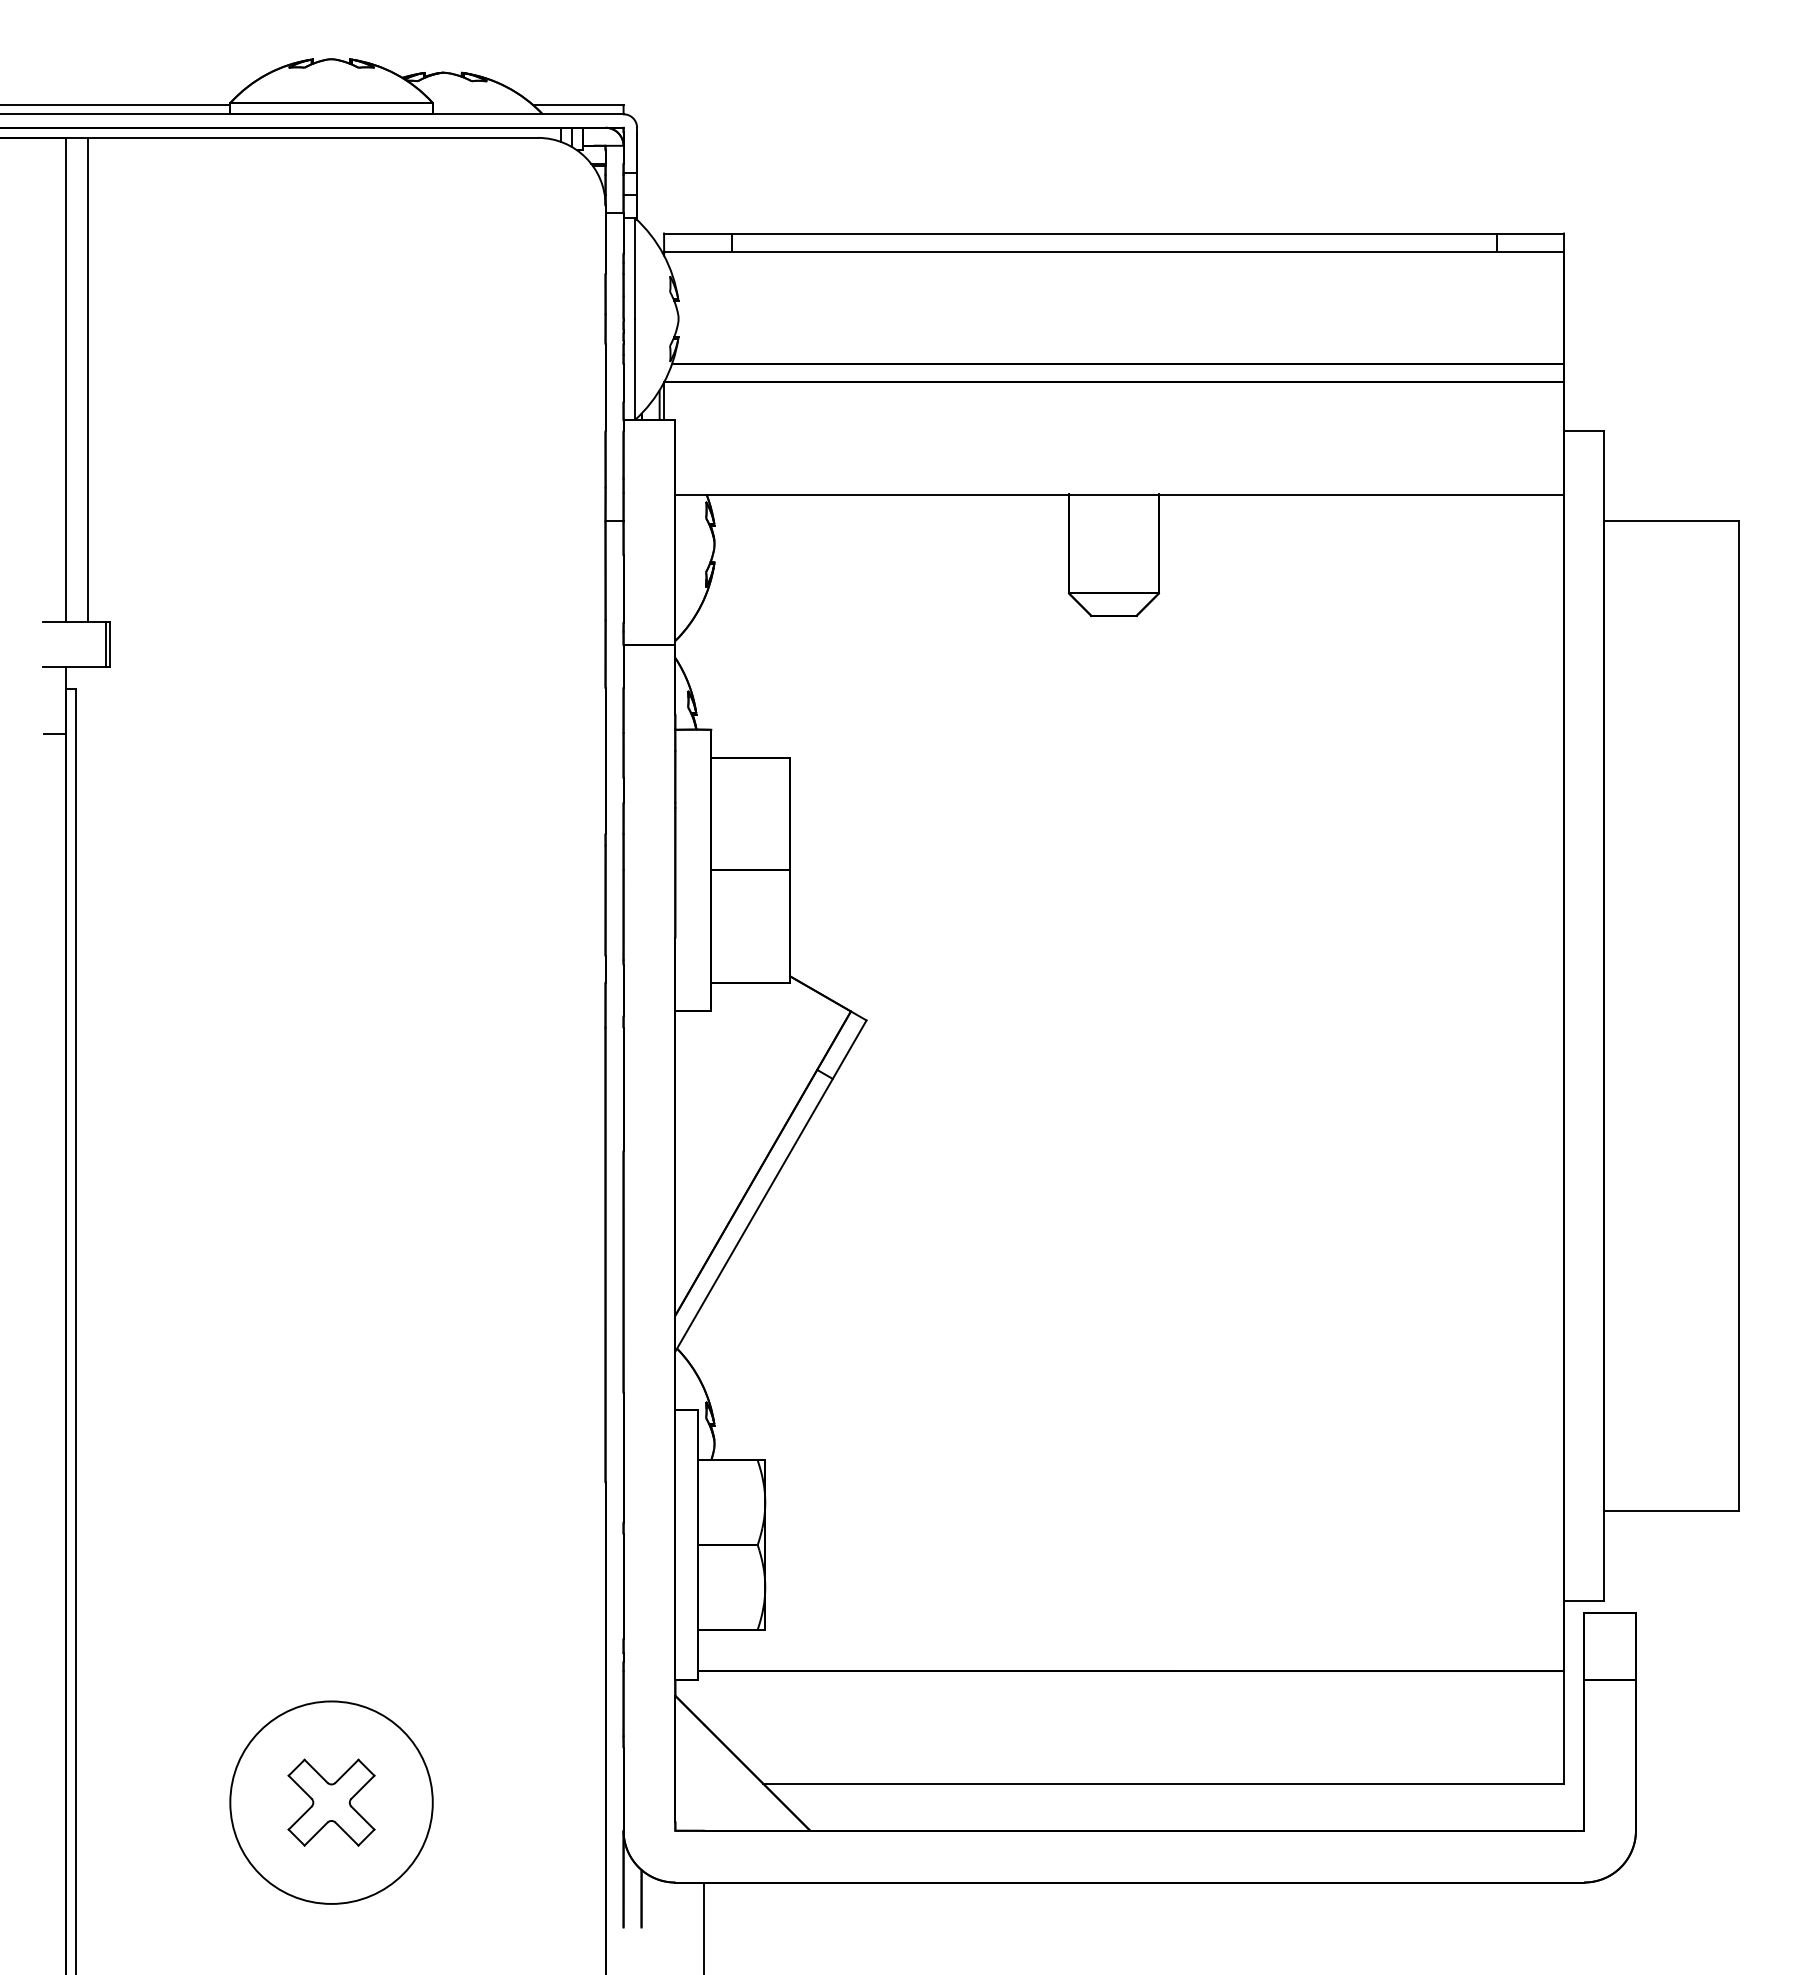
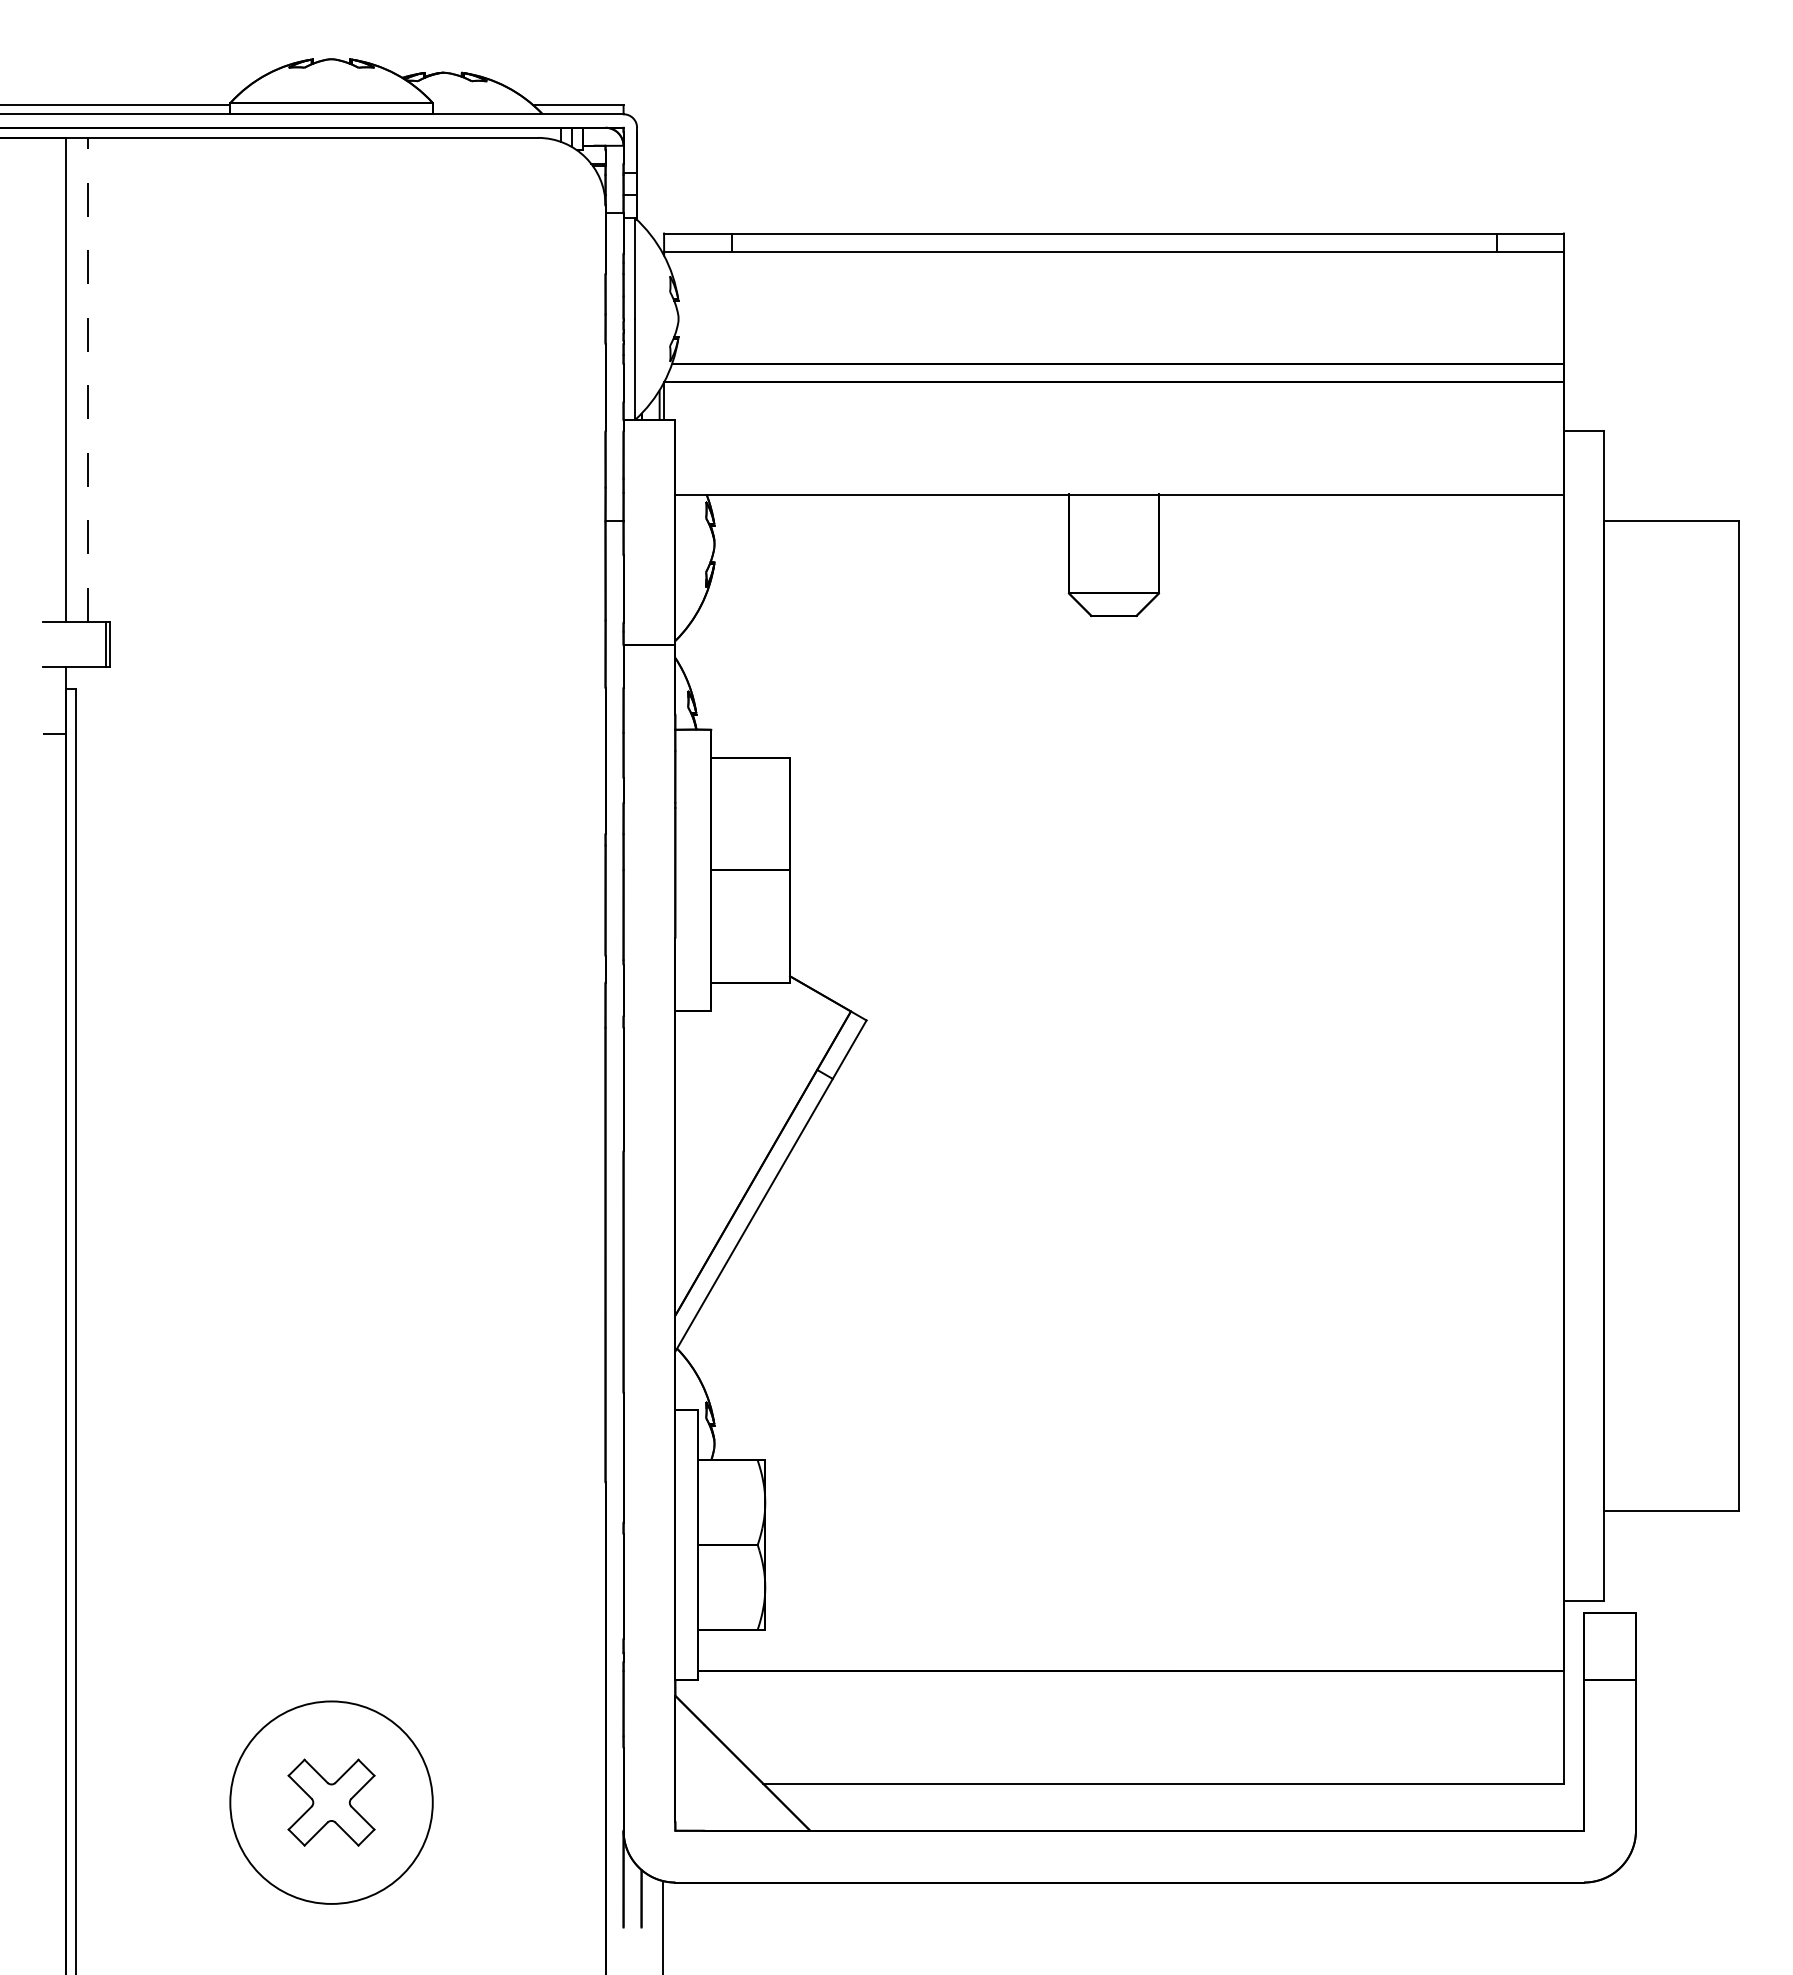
line at (88, 379): solid -> dashed
line at (704, 1926) position: (704, 1926) -> (663, 1926)
